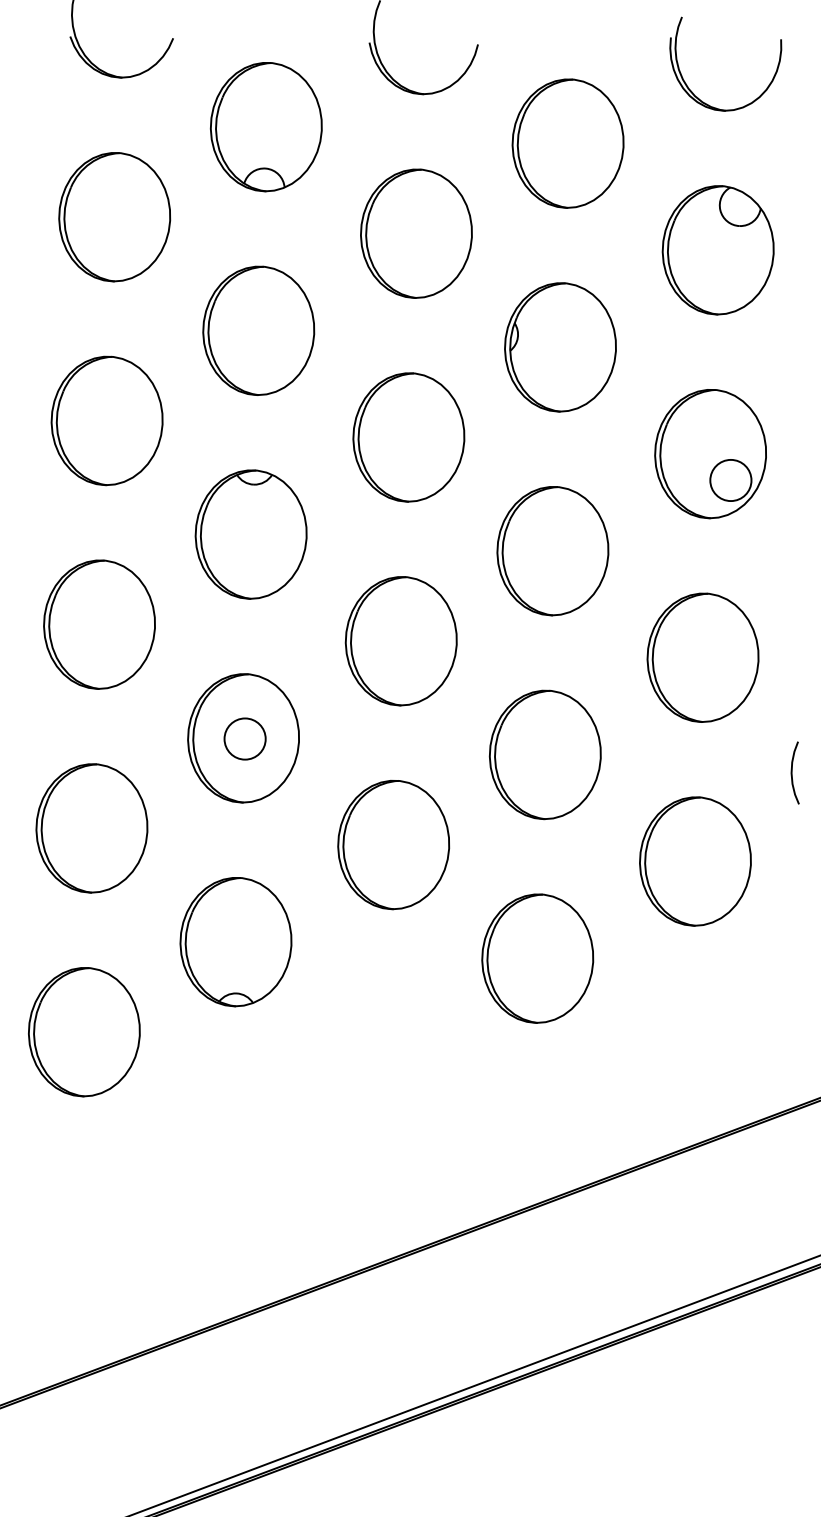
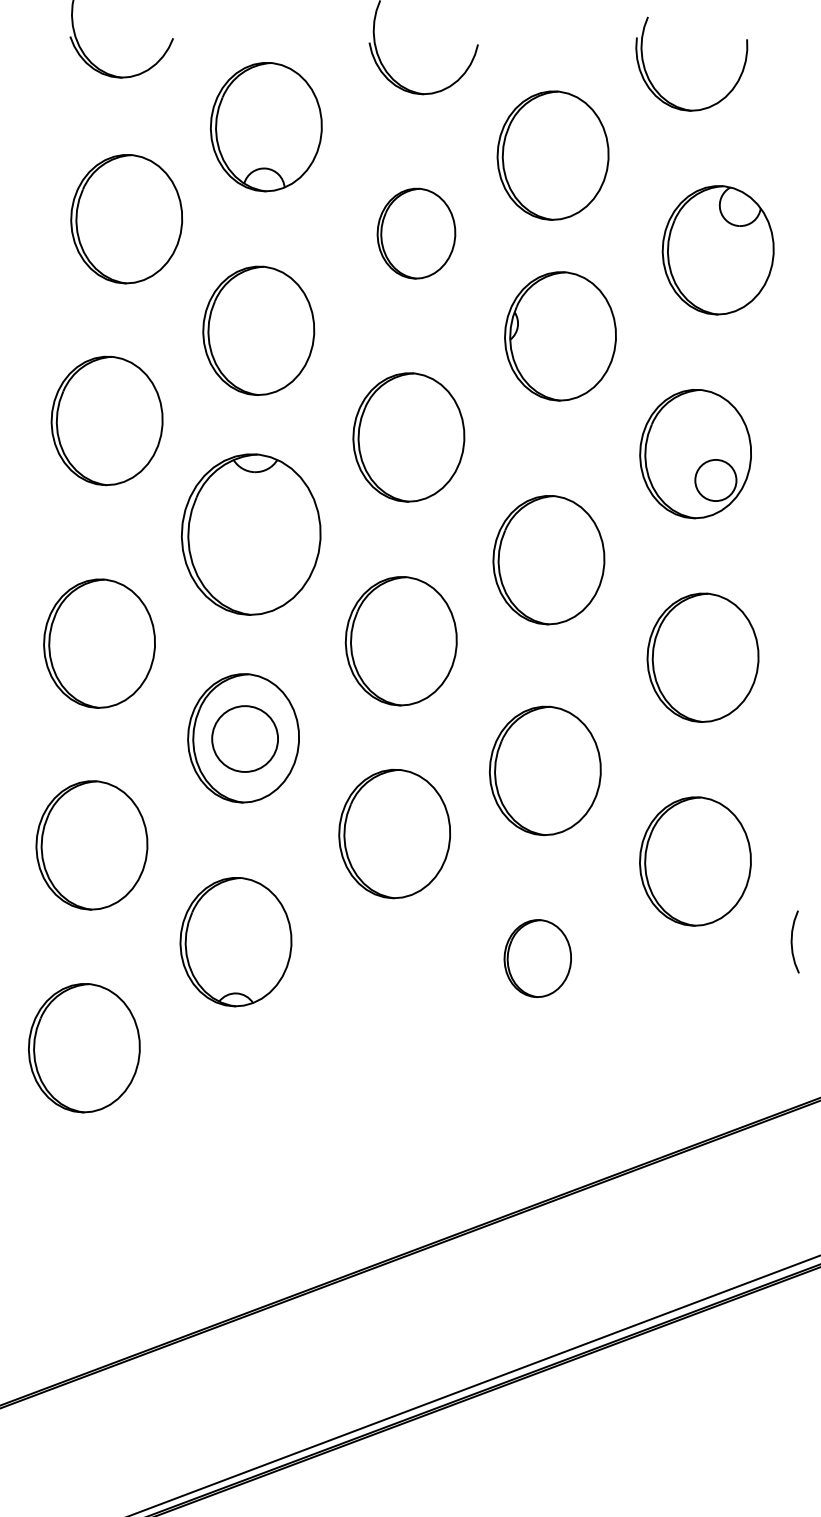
part at (693, 92) position: (693, 92) -> (659, 92)
part at (567, 143) position: (567, 143) -> (552, 155)
part at (114, 217) position: (114, 217) -> (126, 219)
part at (416, 233) size: 113x131 px -> 81x93 px
part at (560, 347) position: (560, 347) -> (560, 336)
part at (710, 454) position: (710, 454) -> (695, 454)
part at (250, 534) size: 114x131 px -> 142x163 px
part at (552, 551) position: (552, 551) -> (548, 560)
part at (99, 624) position: (99, 624) -> (99, 643)
circle at (244, 738) diameter: 41 px -> 66 px
part at (544, 754) position: (544, 754) -> (544, 770)
curve at (792, 772) position: (792, 772) -> (792, 941)
part at (91, 828) position: (91, 828) -> (91, 845)
part at (393, 845) position: (393, 845) -> (394, 834)
part at (537, 958) size: 114x131 px -> 69x80 px
part at (84, 1032) position: (84, 1032) -> (84, 1048)
